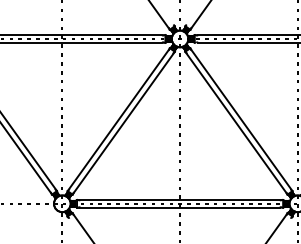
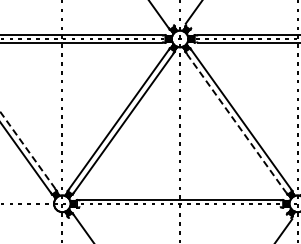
line at (200, 14) position: (200, 14) -> (192, 12)
line at (236, 123): solid -> dashed
line at (27, 150): solid -> dashed
line at (179, 207): present -> none
line at (277, 227) position: (277, 227) -> (284, 229)
